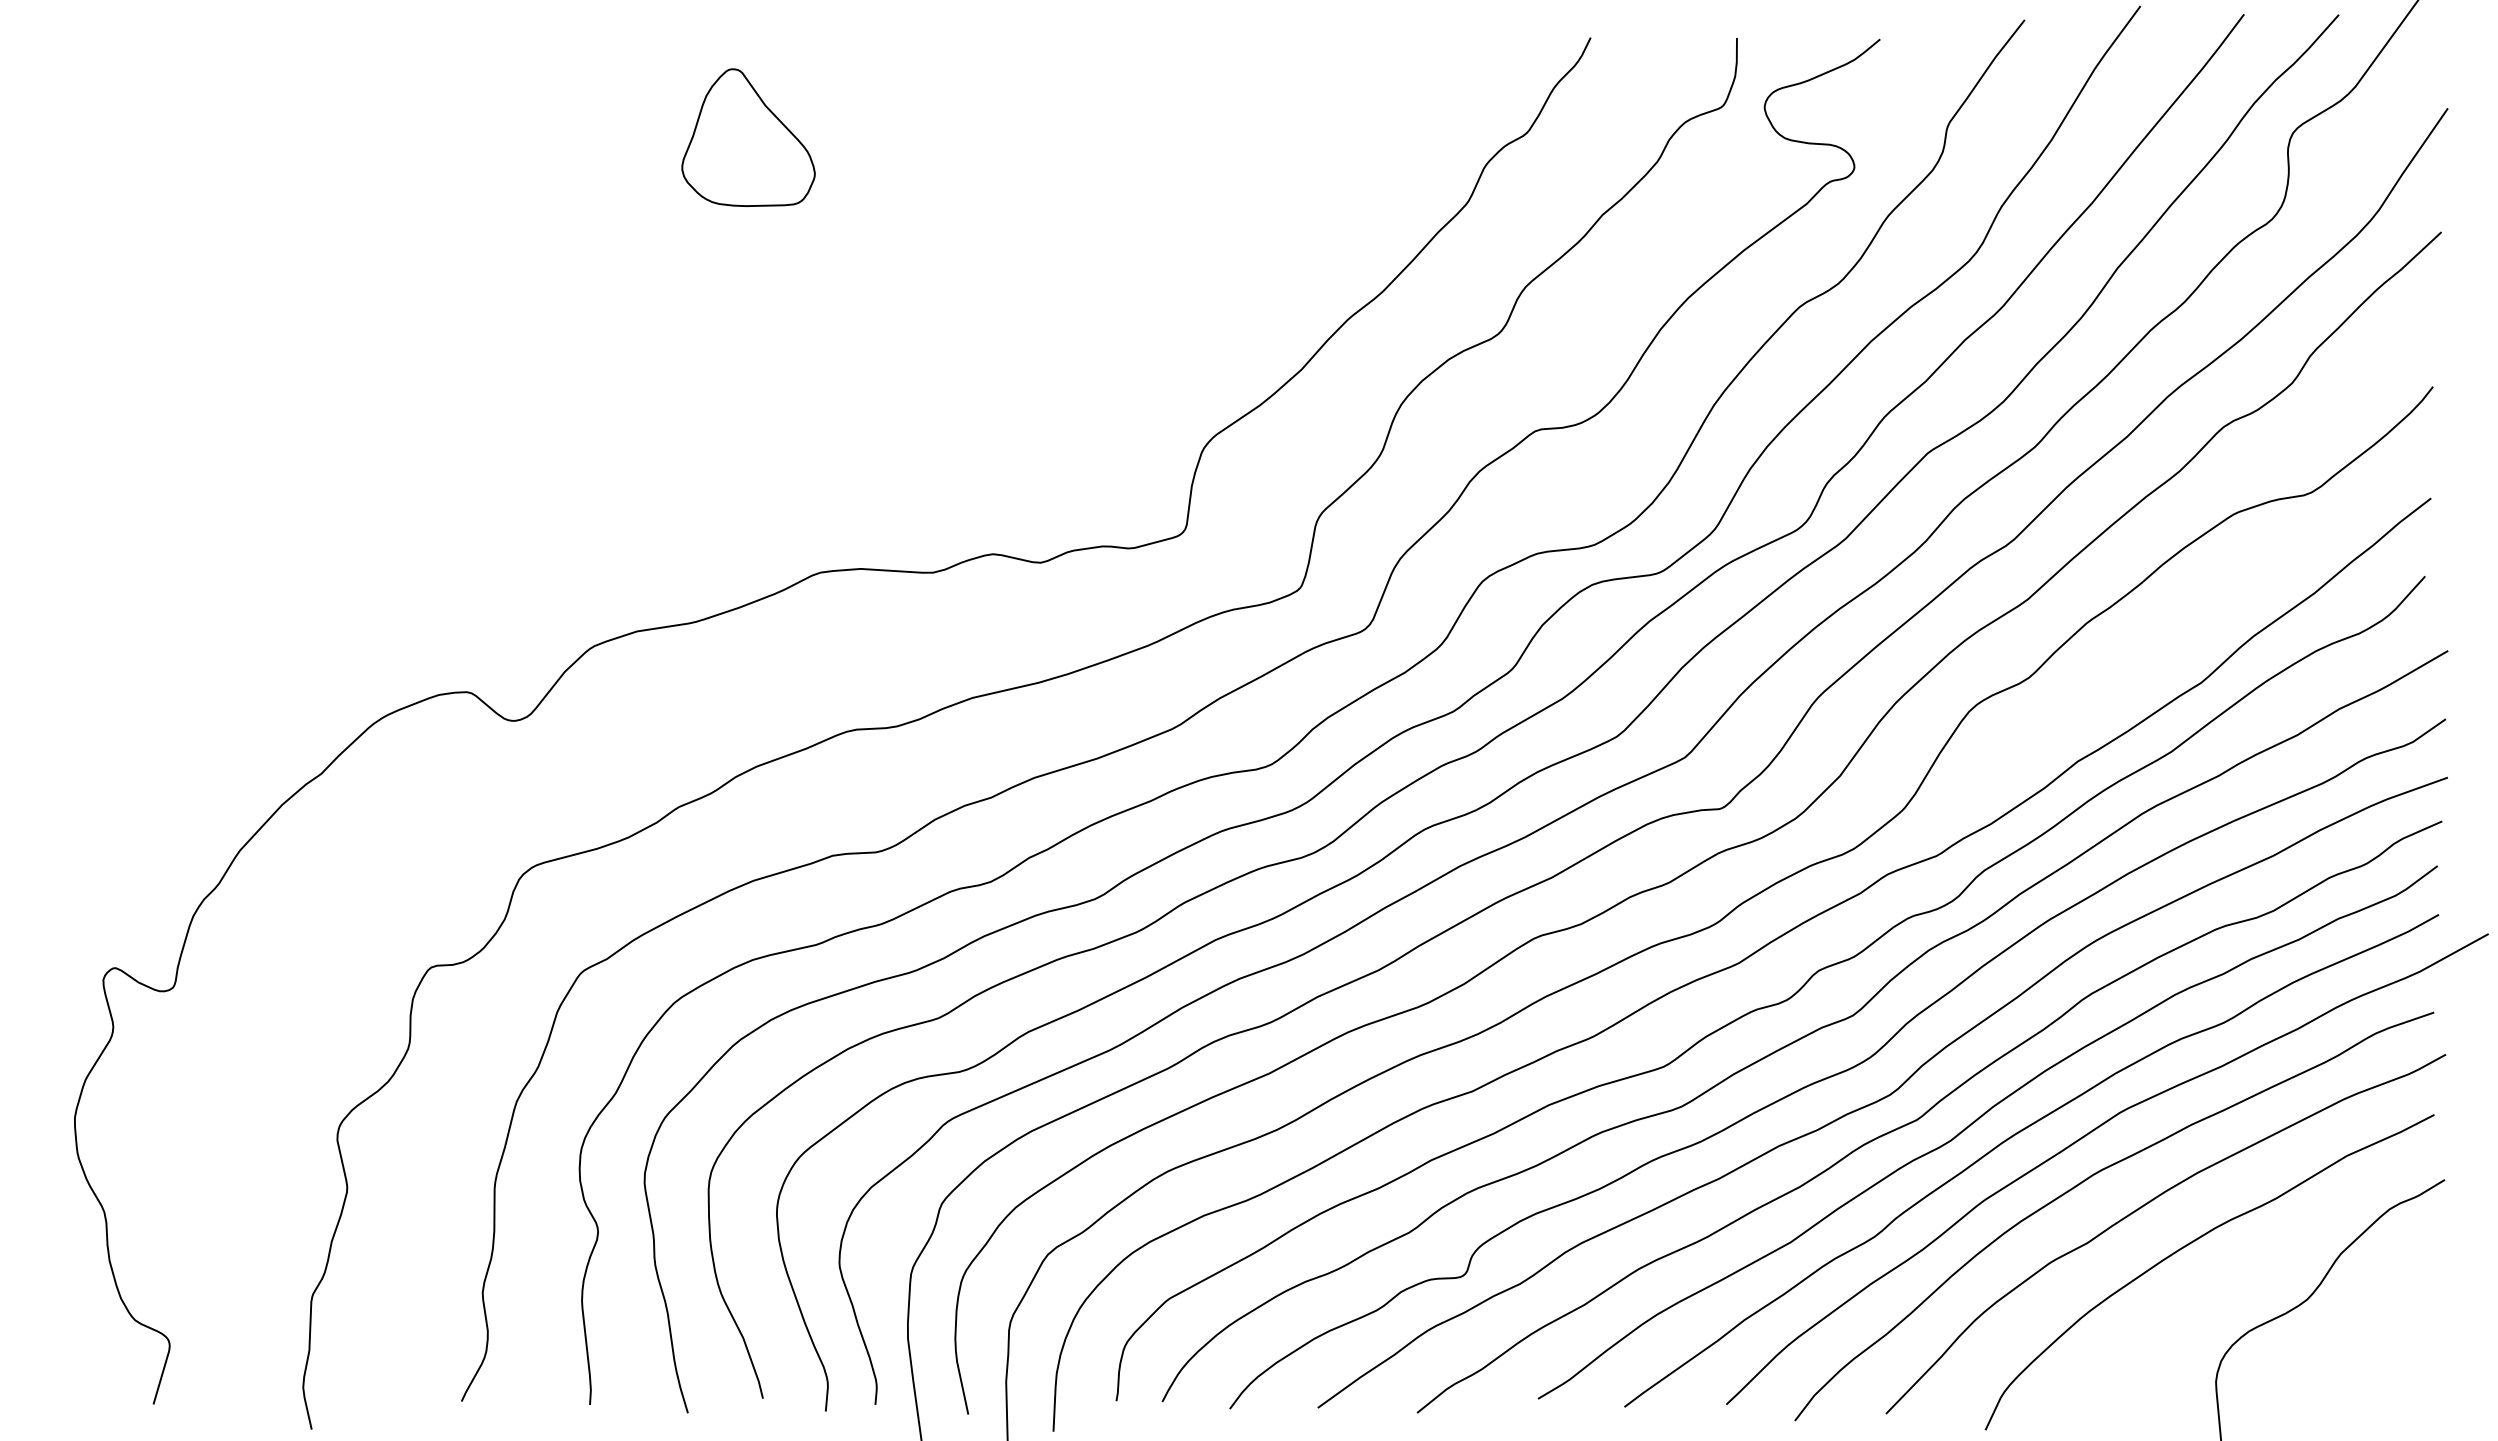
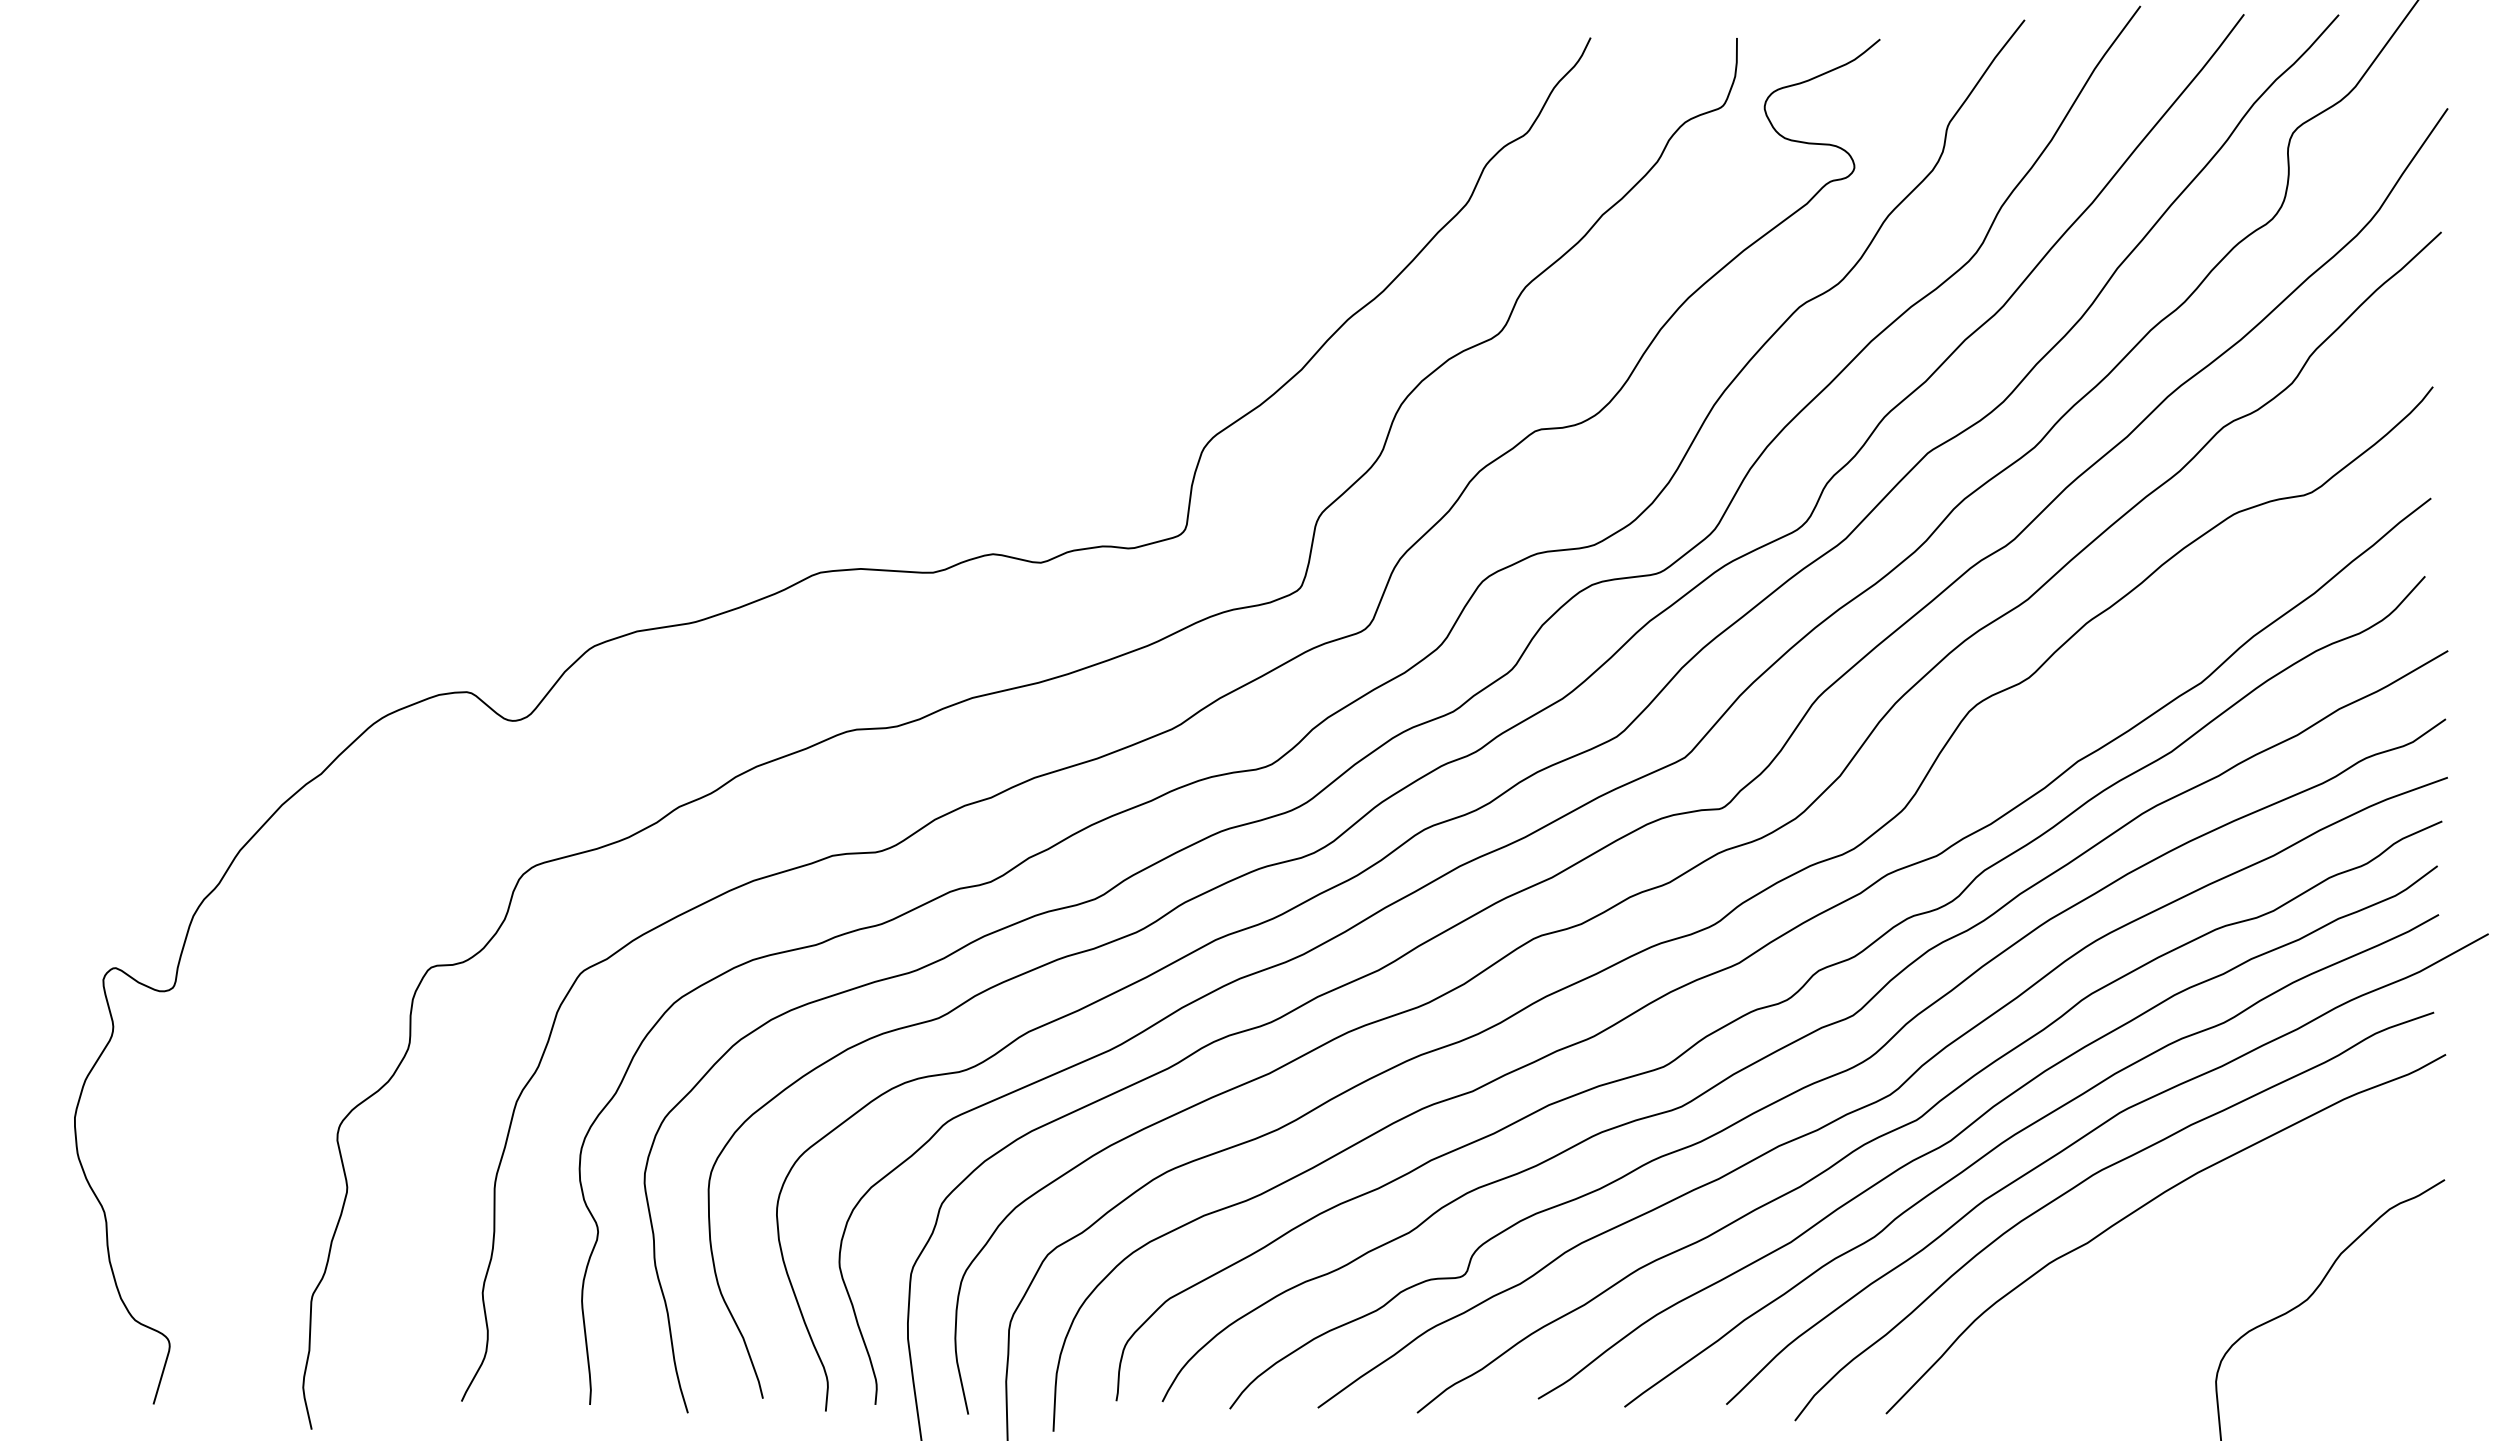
part at (748, 137): present -> none
curve at (2190, 1244): present -> none
